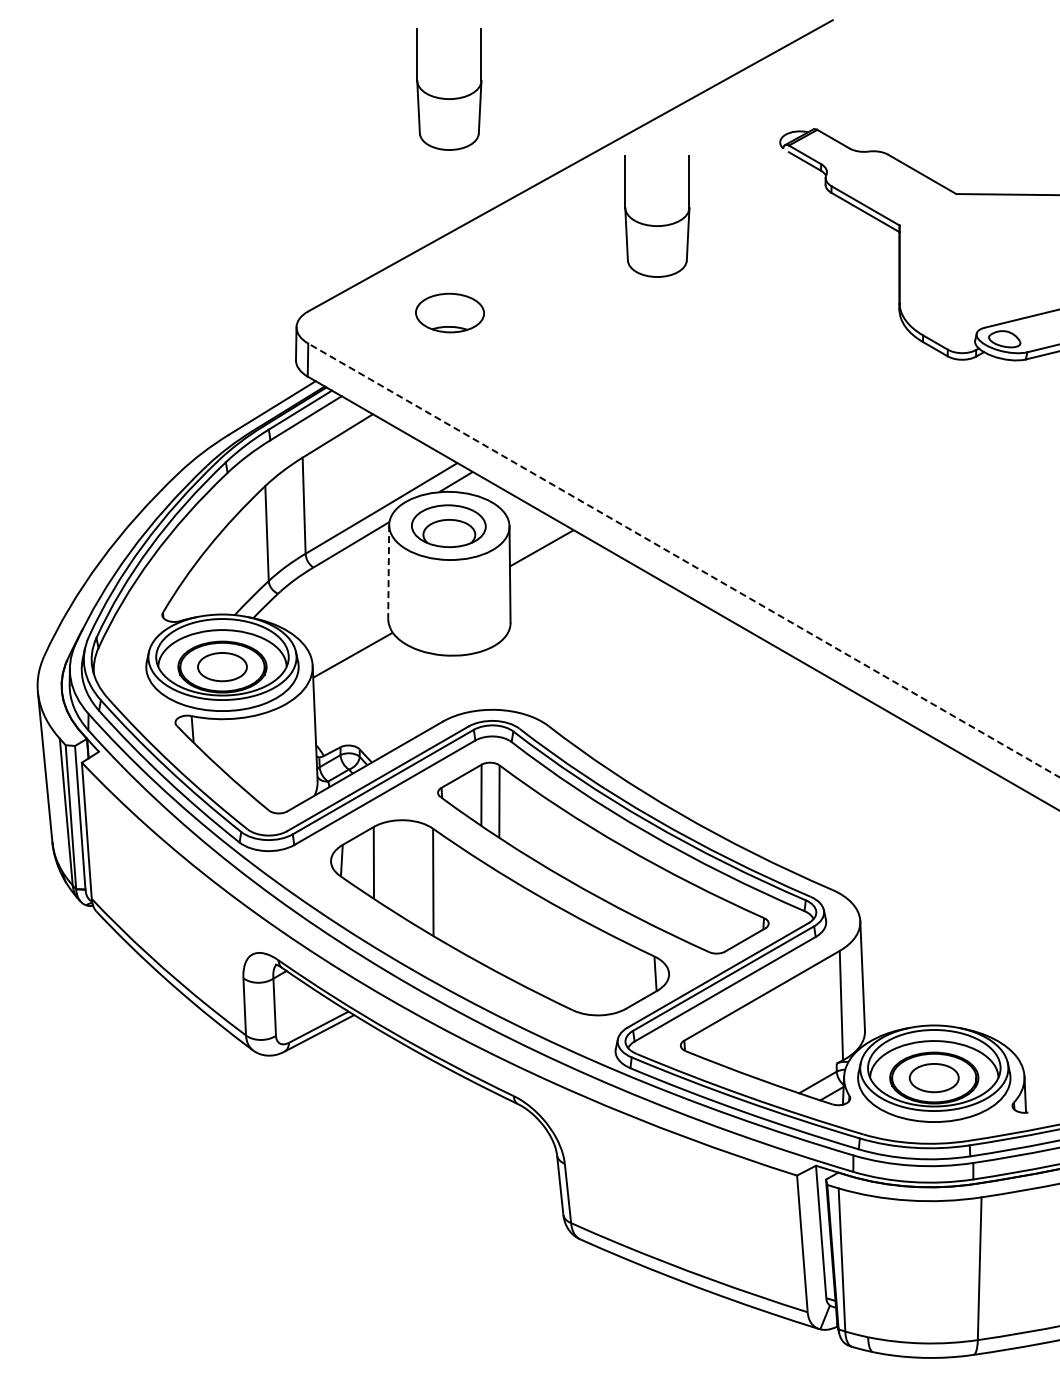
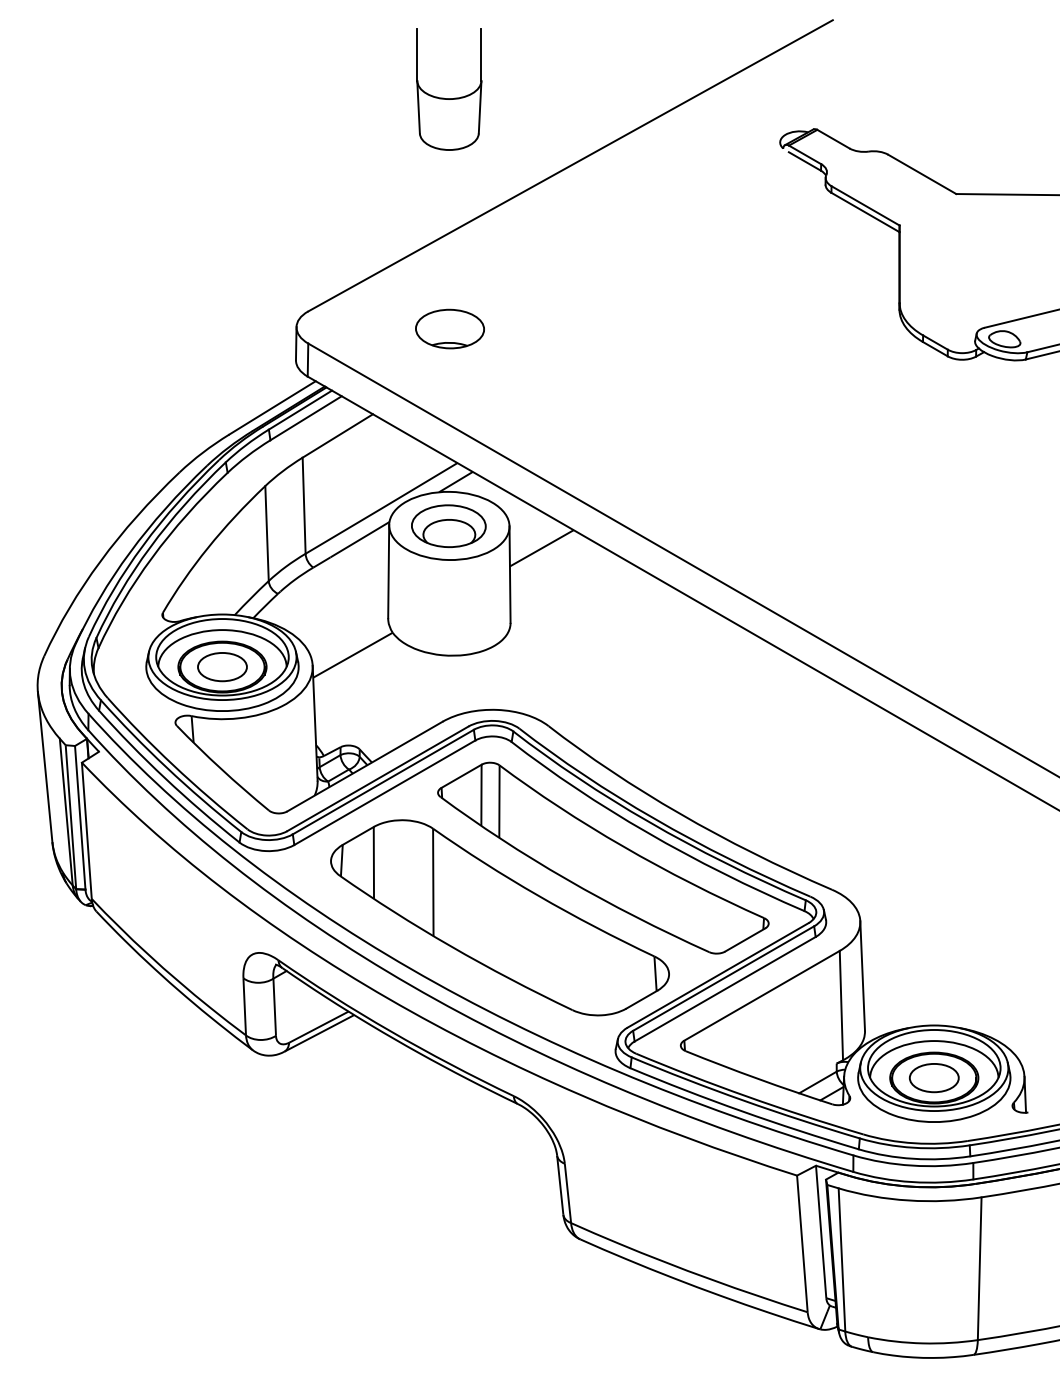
part at (657, 225): present -> none
part at (449, 312) position: (449, 312) -> (449, 328)
line at (684, 560): dashed -> solid
line at (388, 571): dashed -> solid
